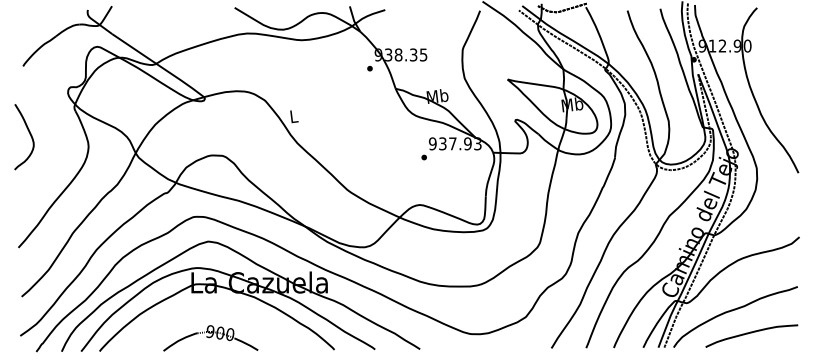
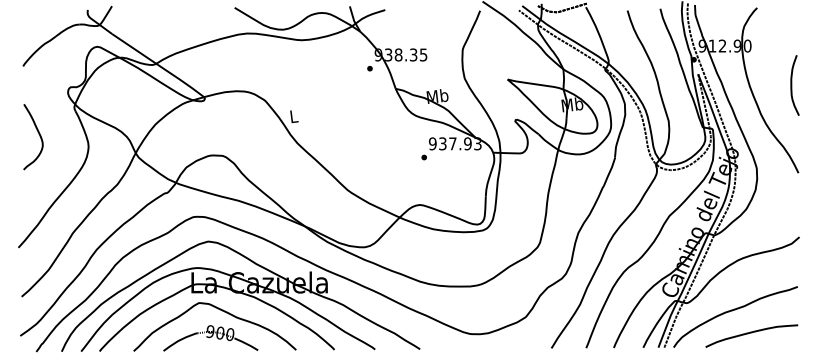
curve at (792, 85): none -> present
curve at (29, 134) position: (29, 134) -> (38, 134)
curve at (222, 311): none -> present
